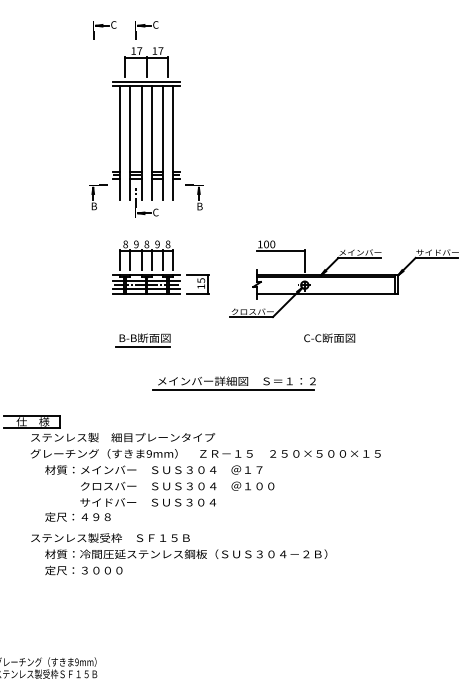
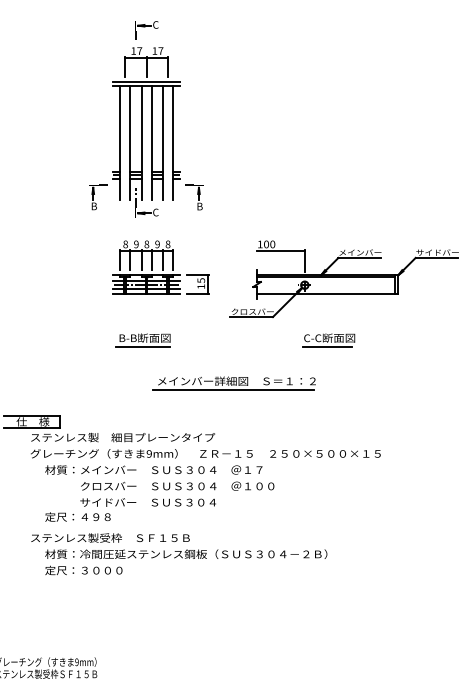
part at (104, 30): present -> none
line at (327, 347): none -> present
